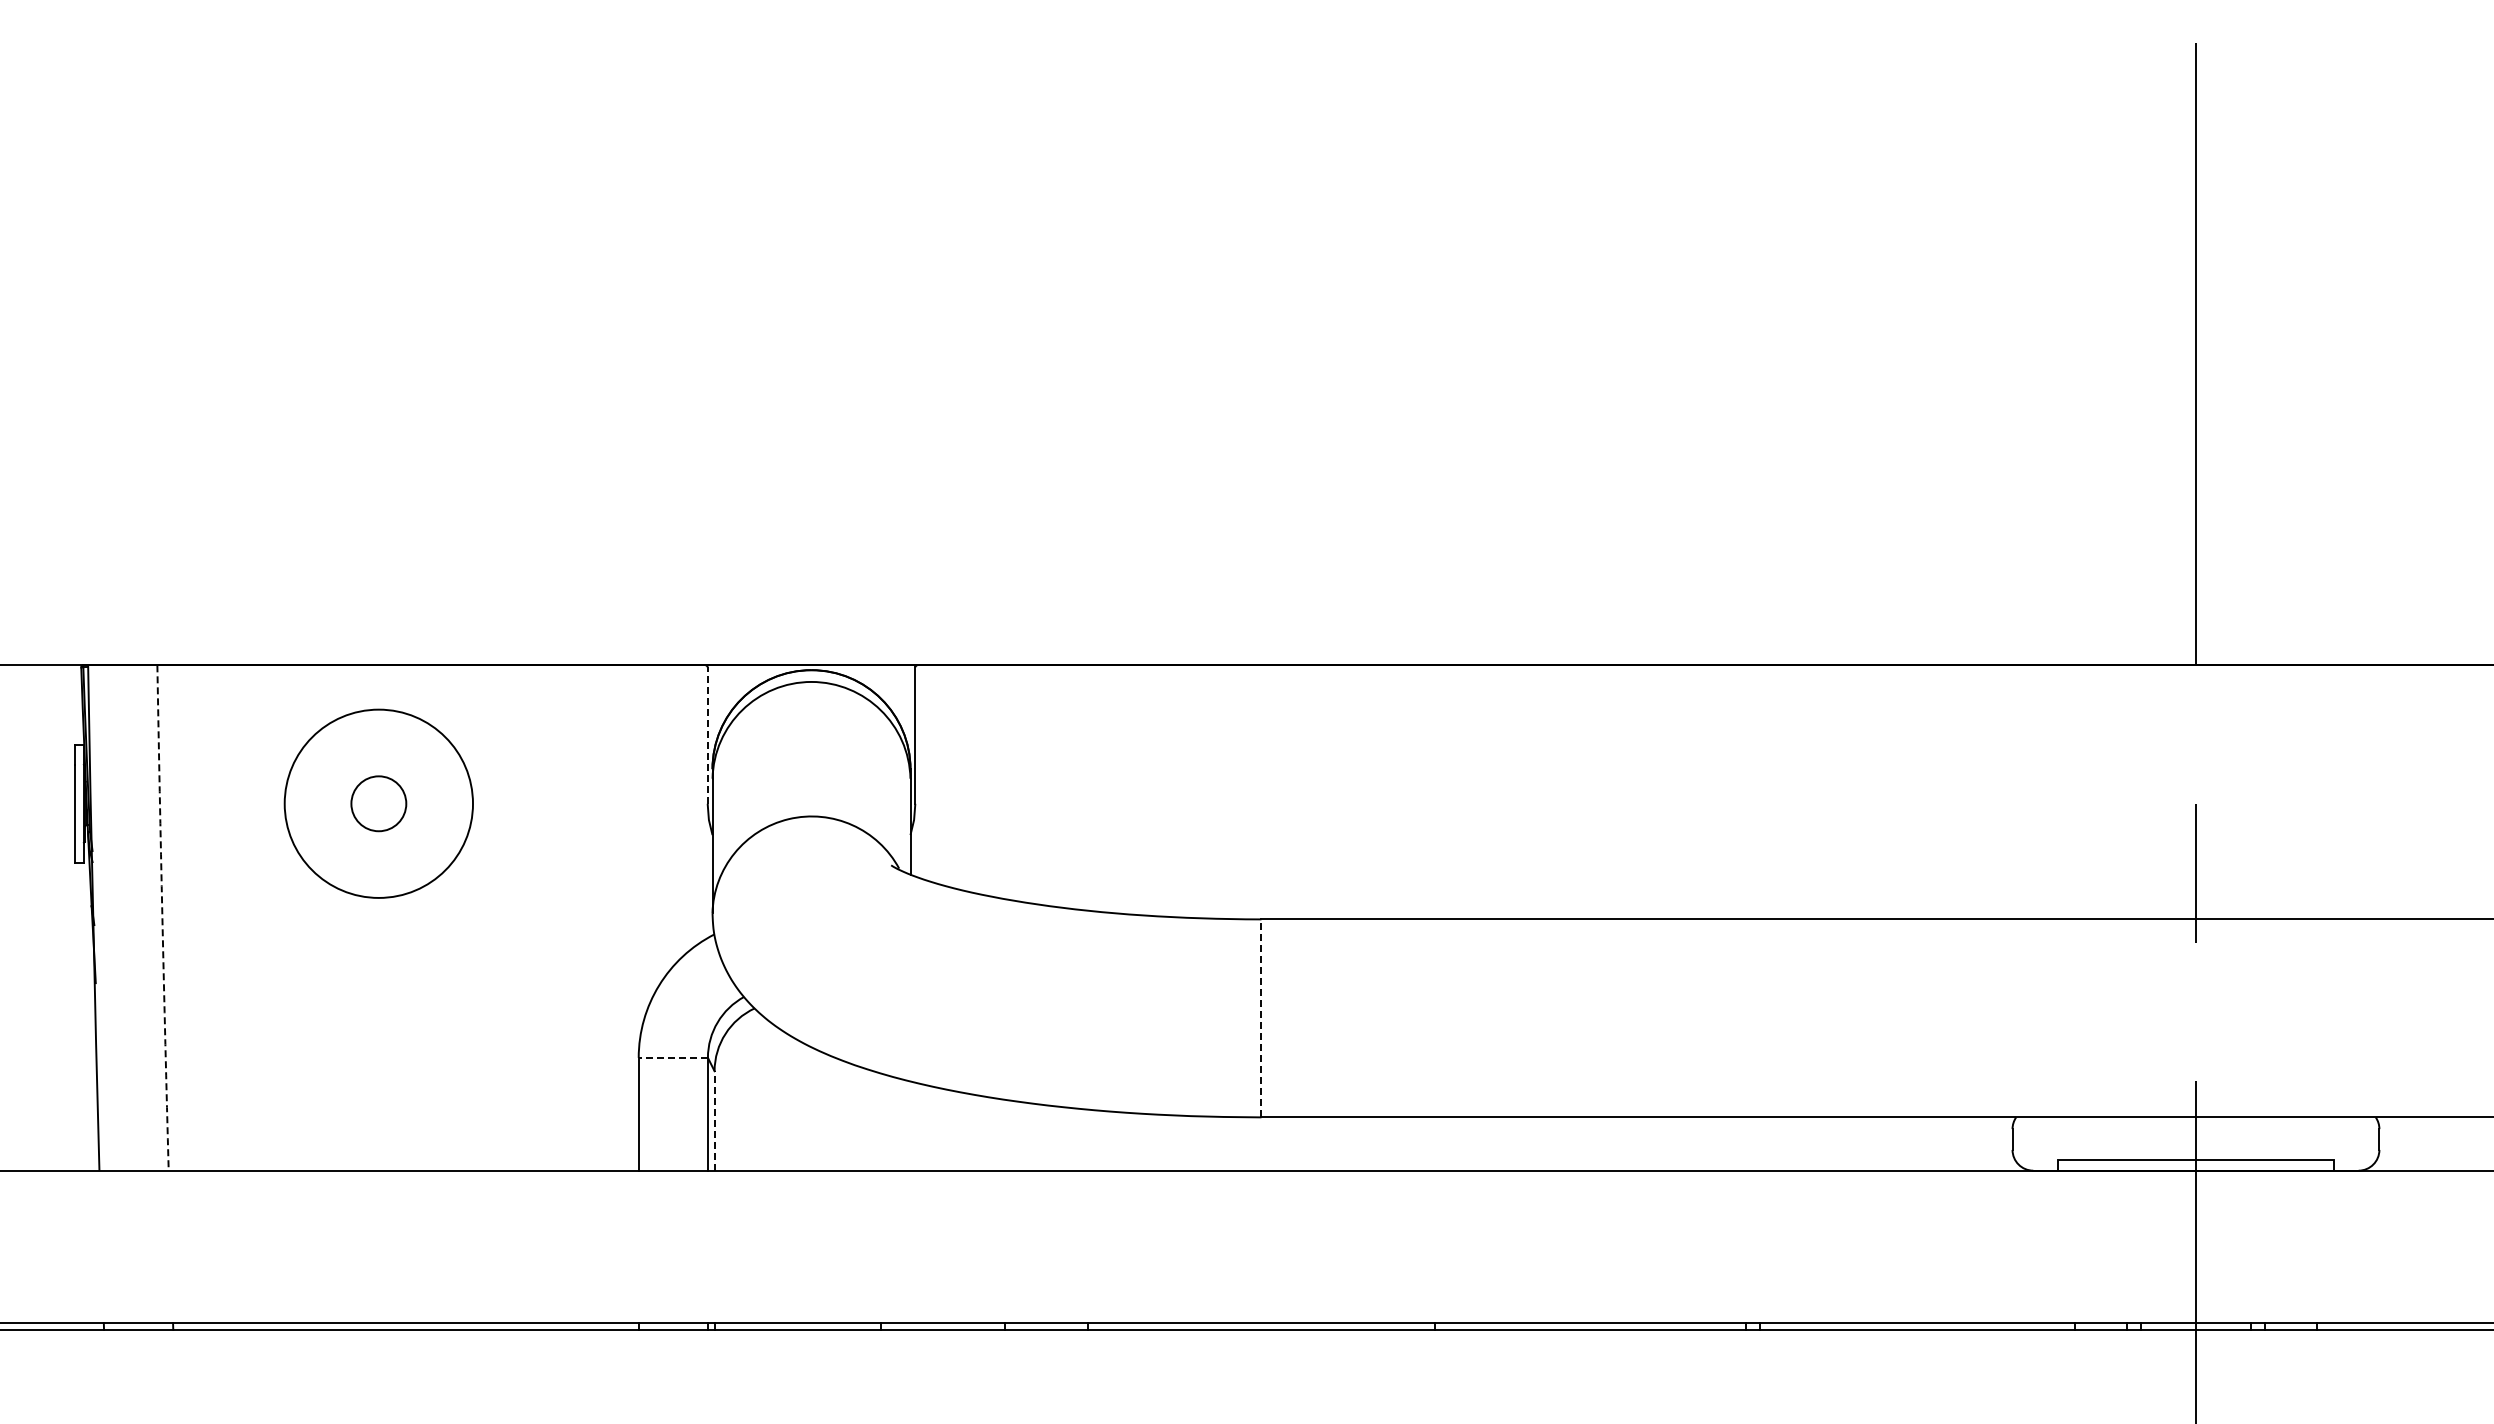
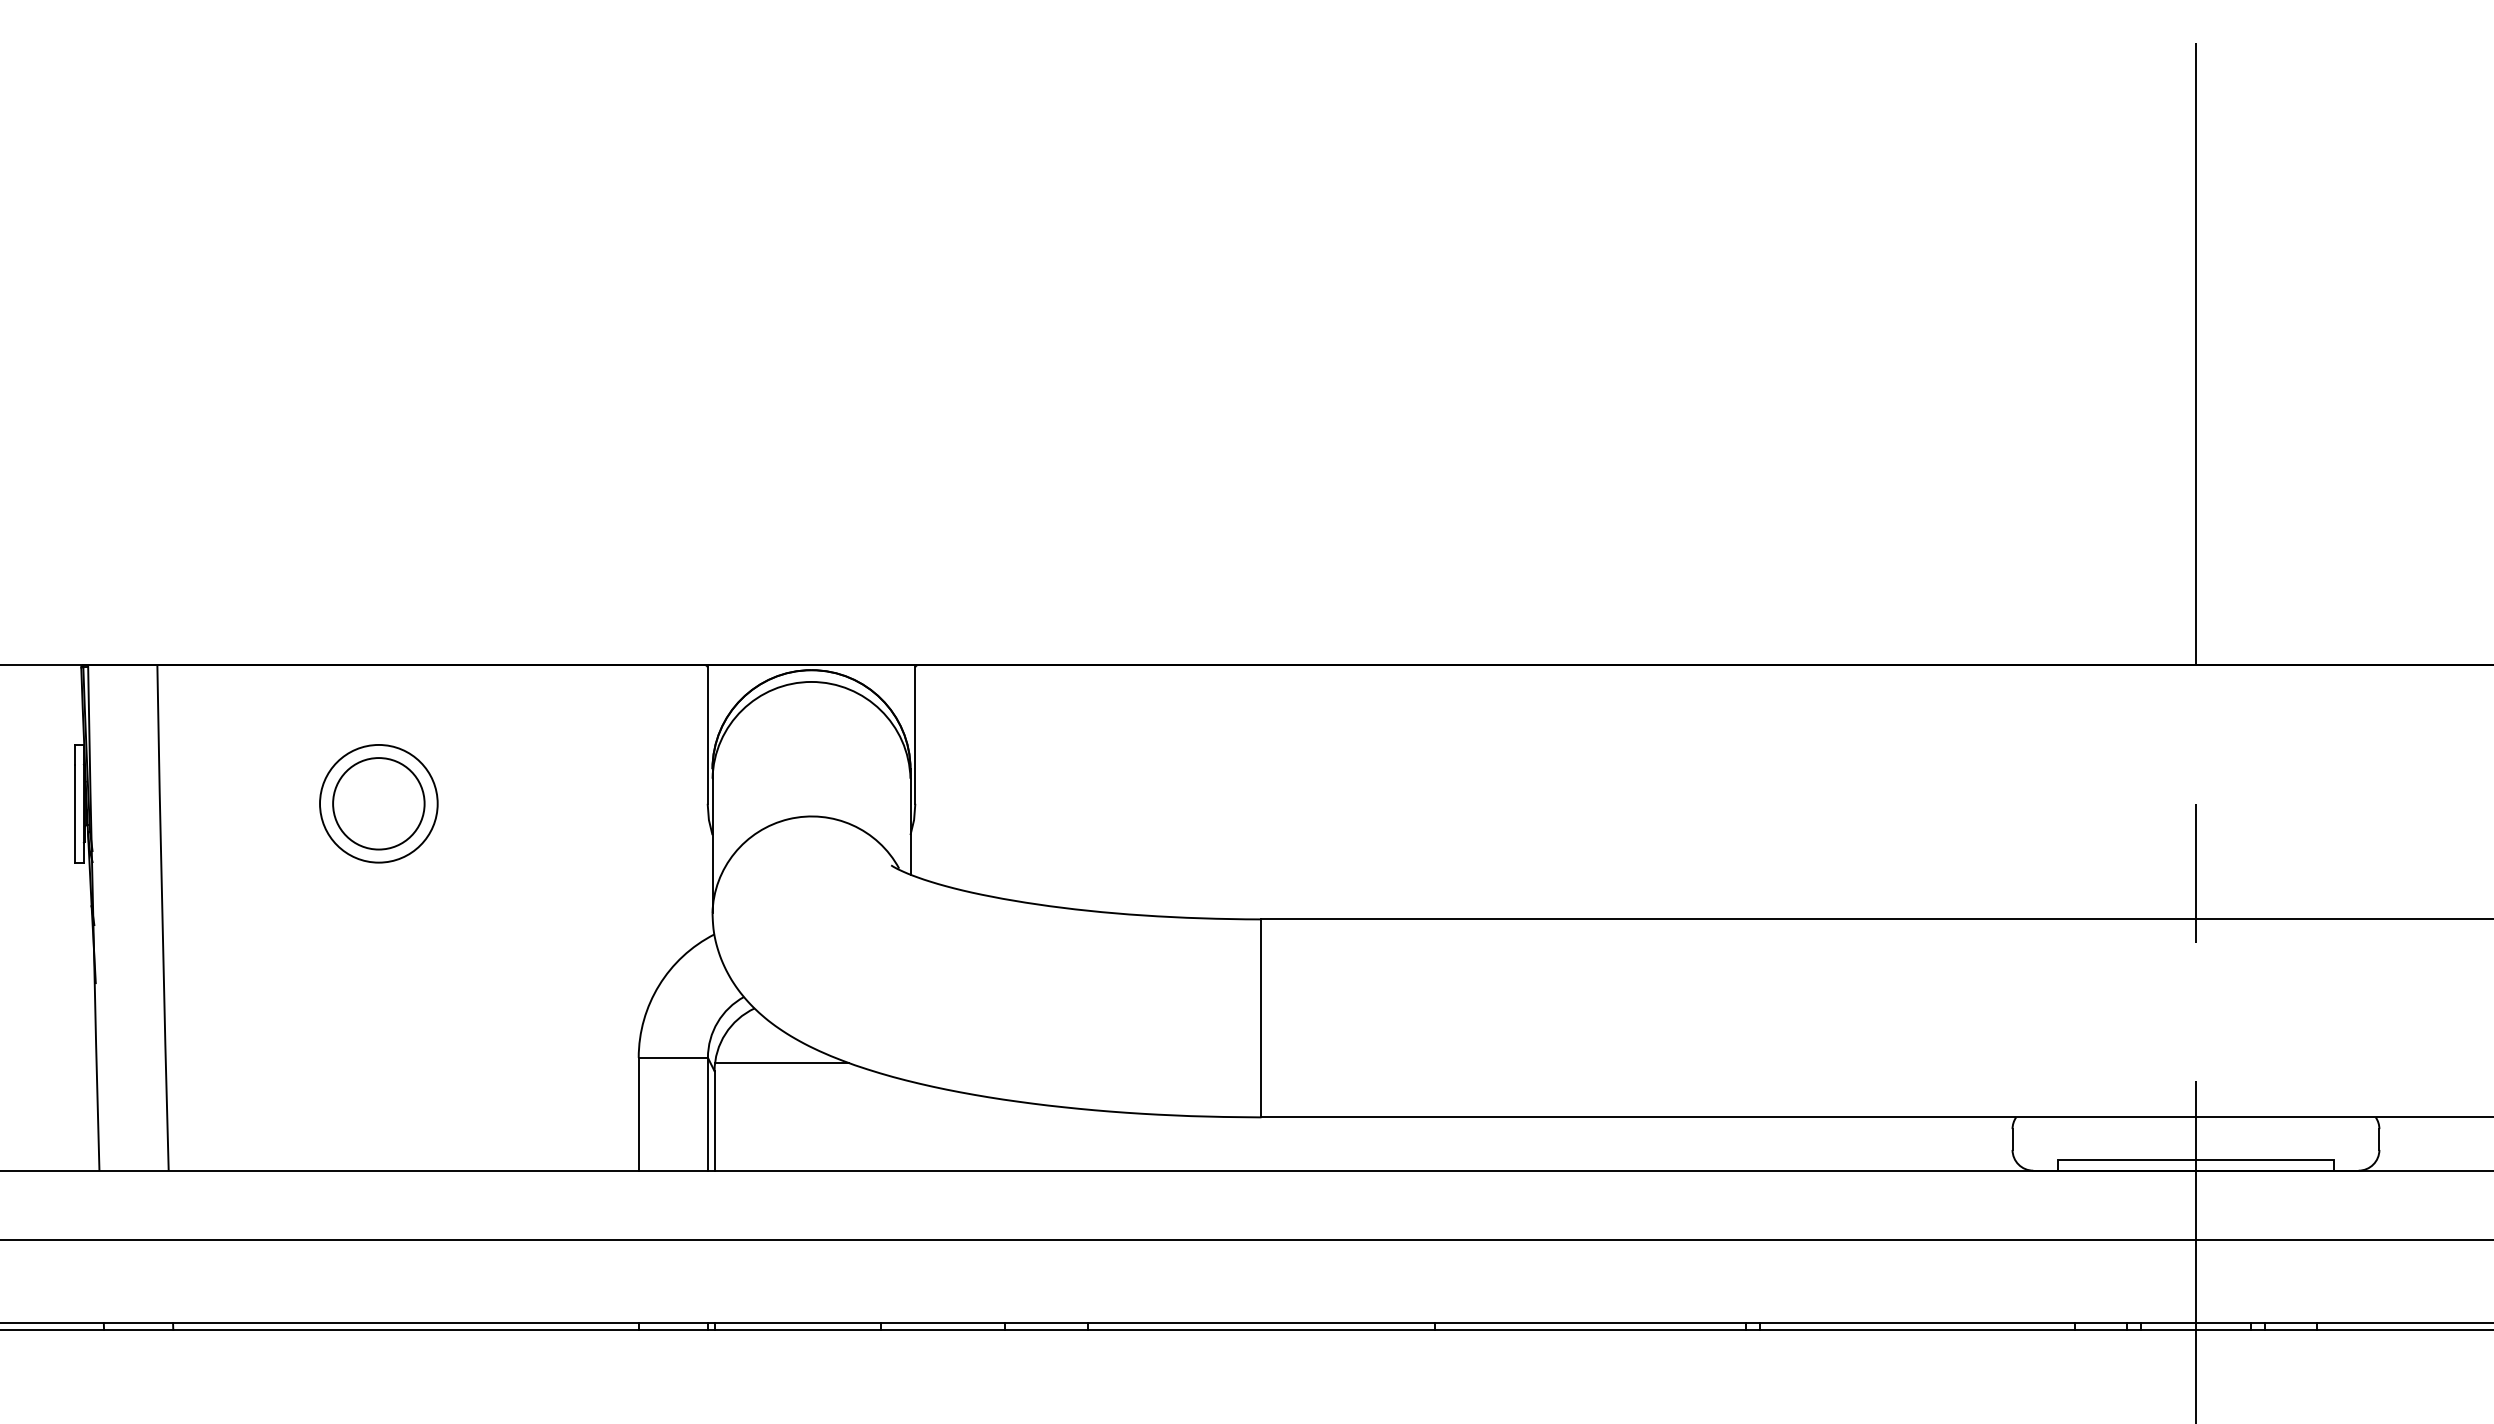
line at (707, 735): dashed -> solid
circle at (378, 803) diameter: 188 px -> 118 px
circle at (378, 803) diameter: 55 px -> 92 px
arc at (162, 918): dashed -> solid
line at (1261, 1018): dashed -> solid
line at (673, 1057): dashed -> solid
line at (781, 1062): none -> present
line at (714, 1120): dashed -> solid
line at (1246, 1239): none -> present
